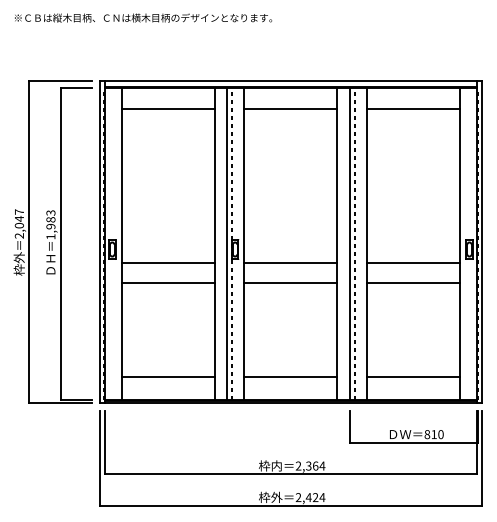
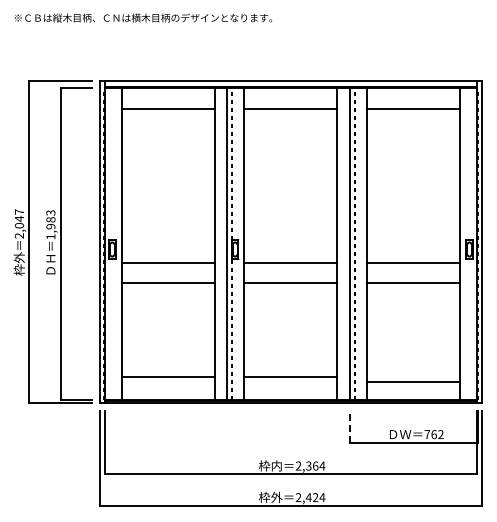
line at (413, 376) position: (413, 376) -> (413, 381)
line at (349, 427): solid -> dashed
text at (433, 434): 810 -> 762
